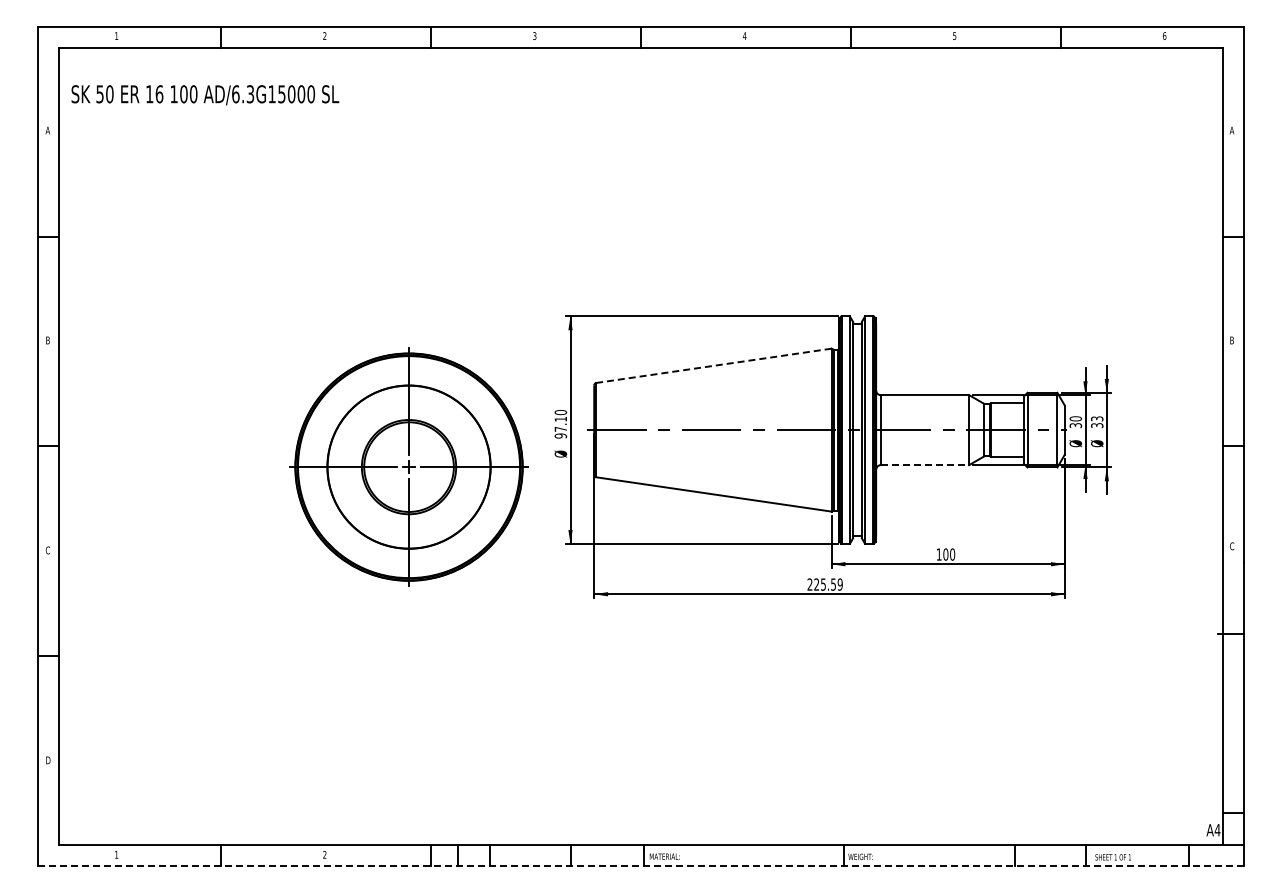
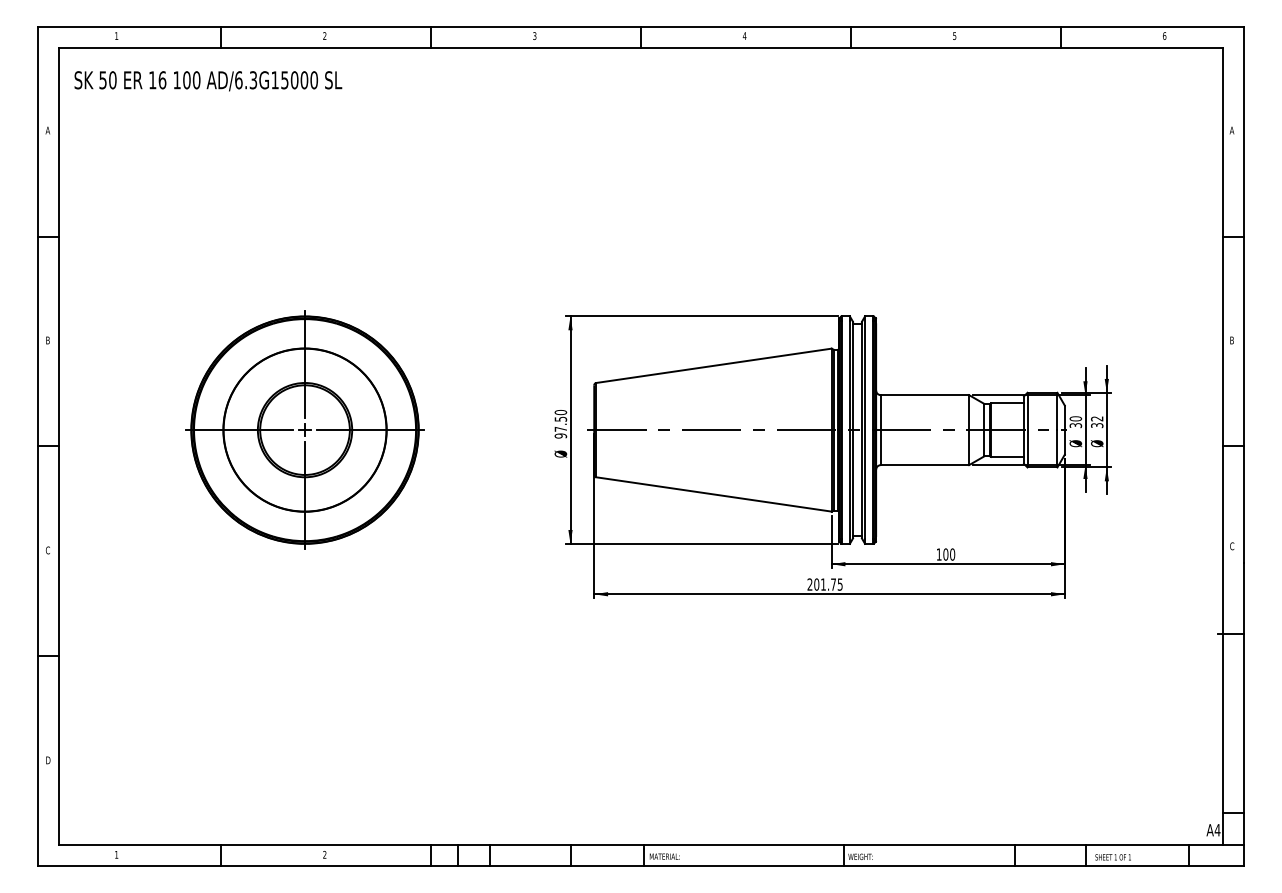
text at (205, 95) position: (205, 95) -> (208, 81)
line at (713, 365): dashed -> solid
text at (560, 418): 97.10 -> 97.50
text at (1097, 418): 33 -> 32
line at (925, 465): dashed -> solid
part at (408, 466) position: (408, 466) -> (304, 429)
text at (828, 584): 225.59 -> 201.75
line at (641, 866): dashed -> solid
